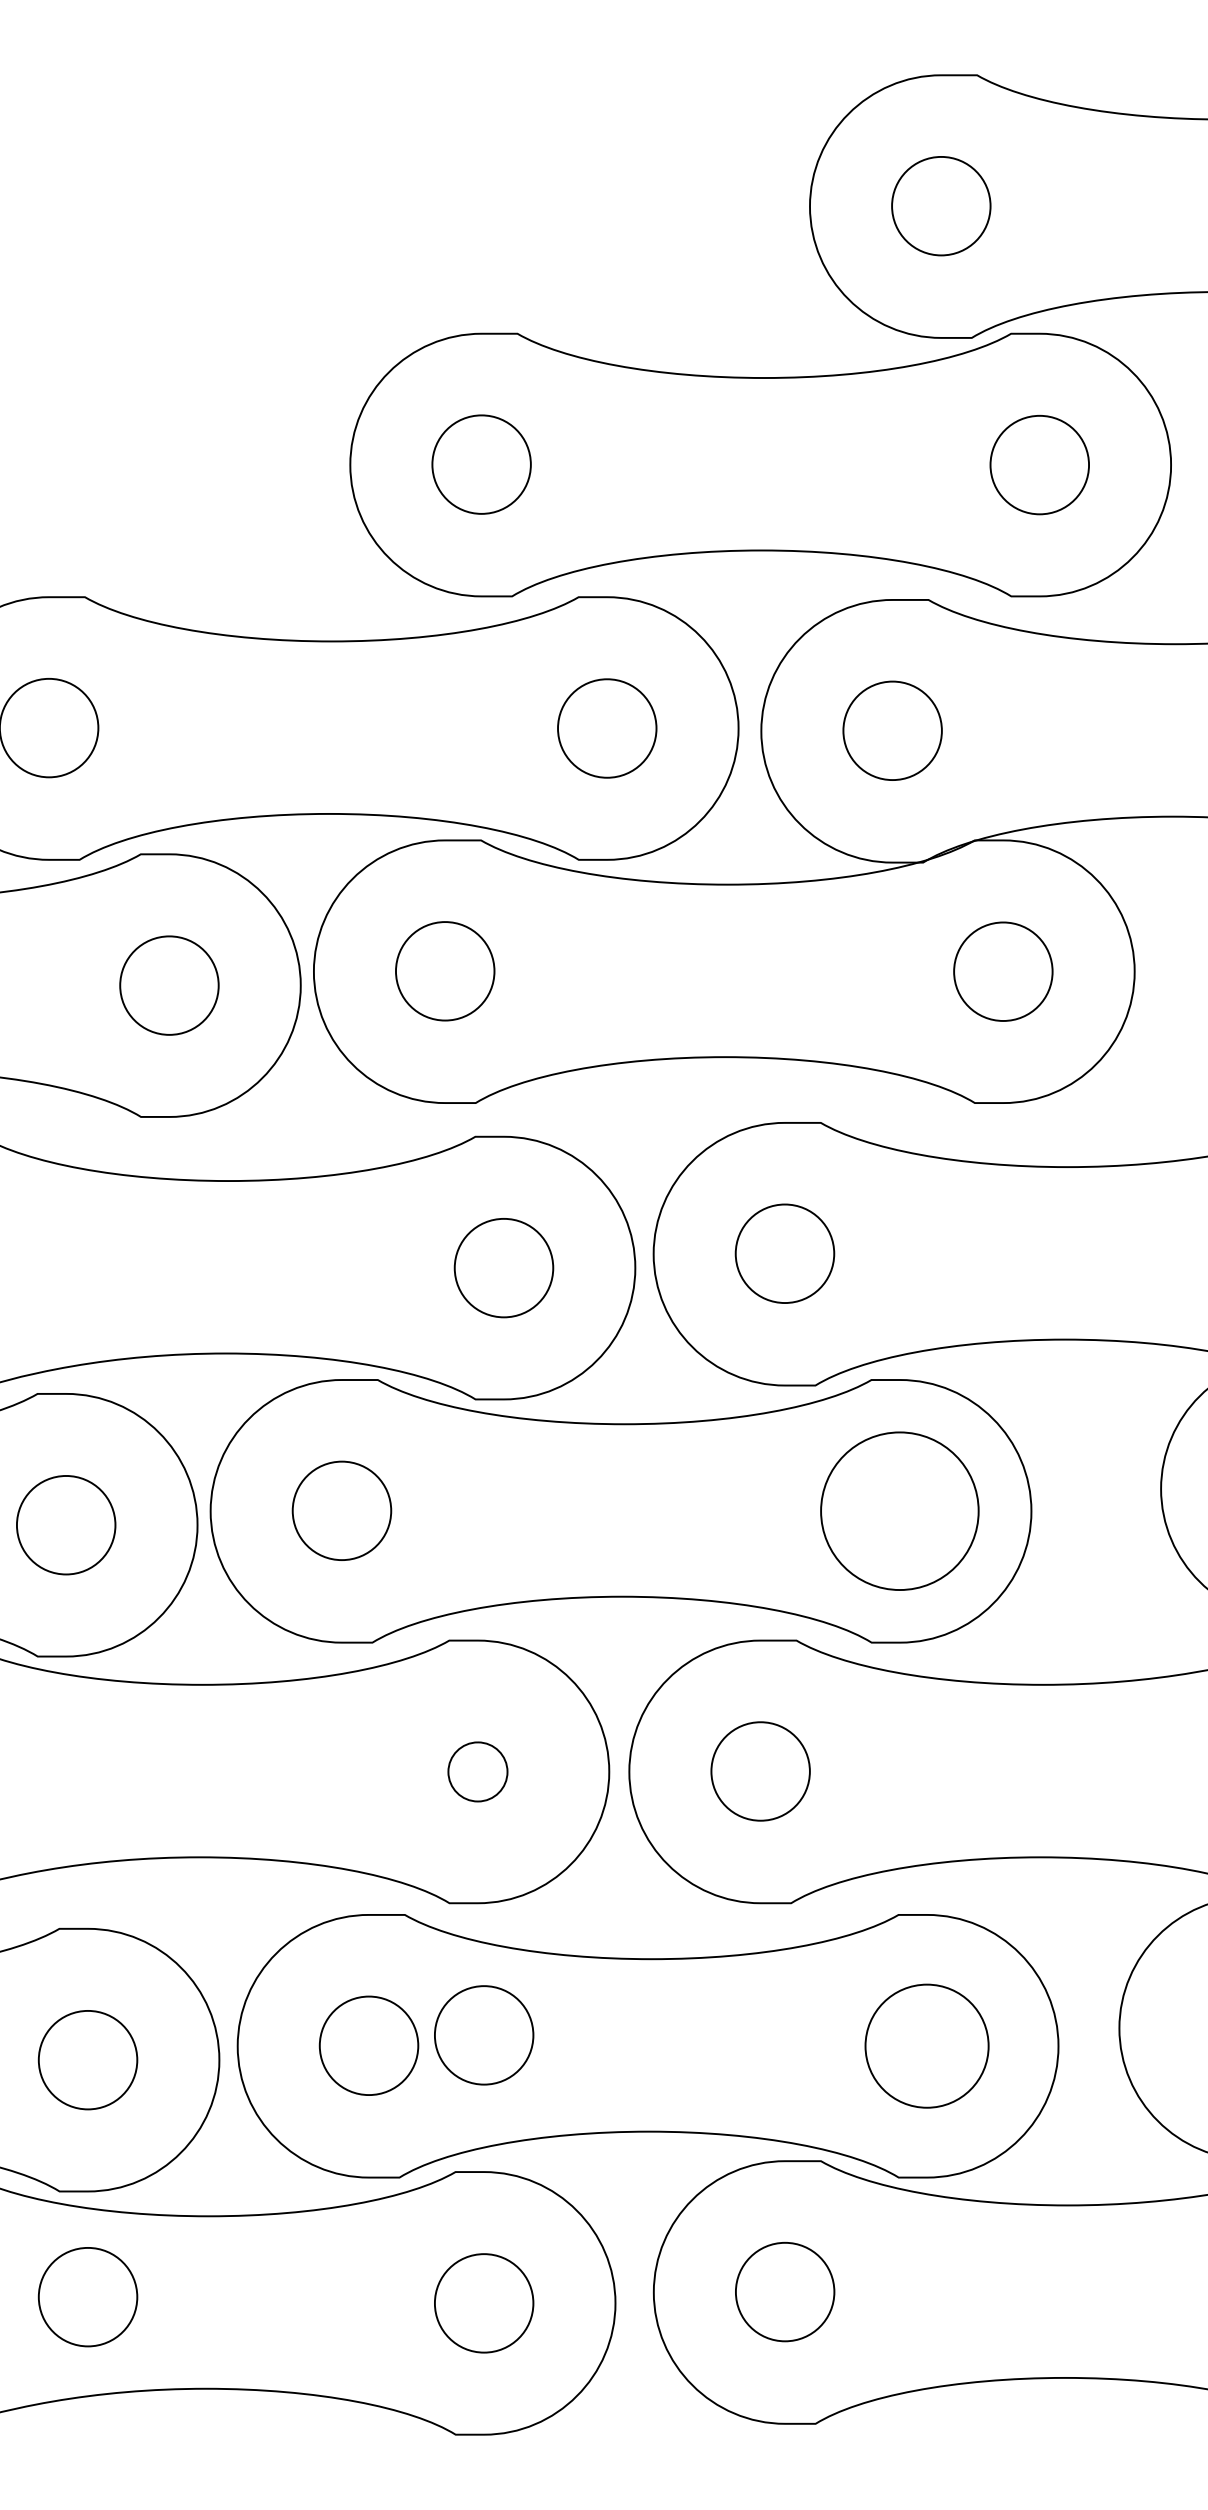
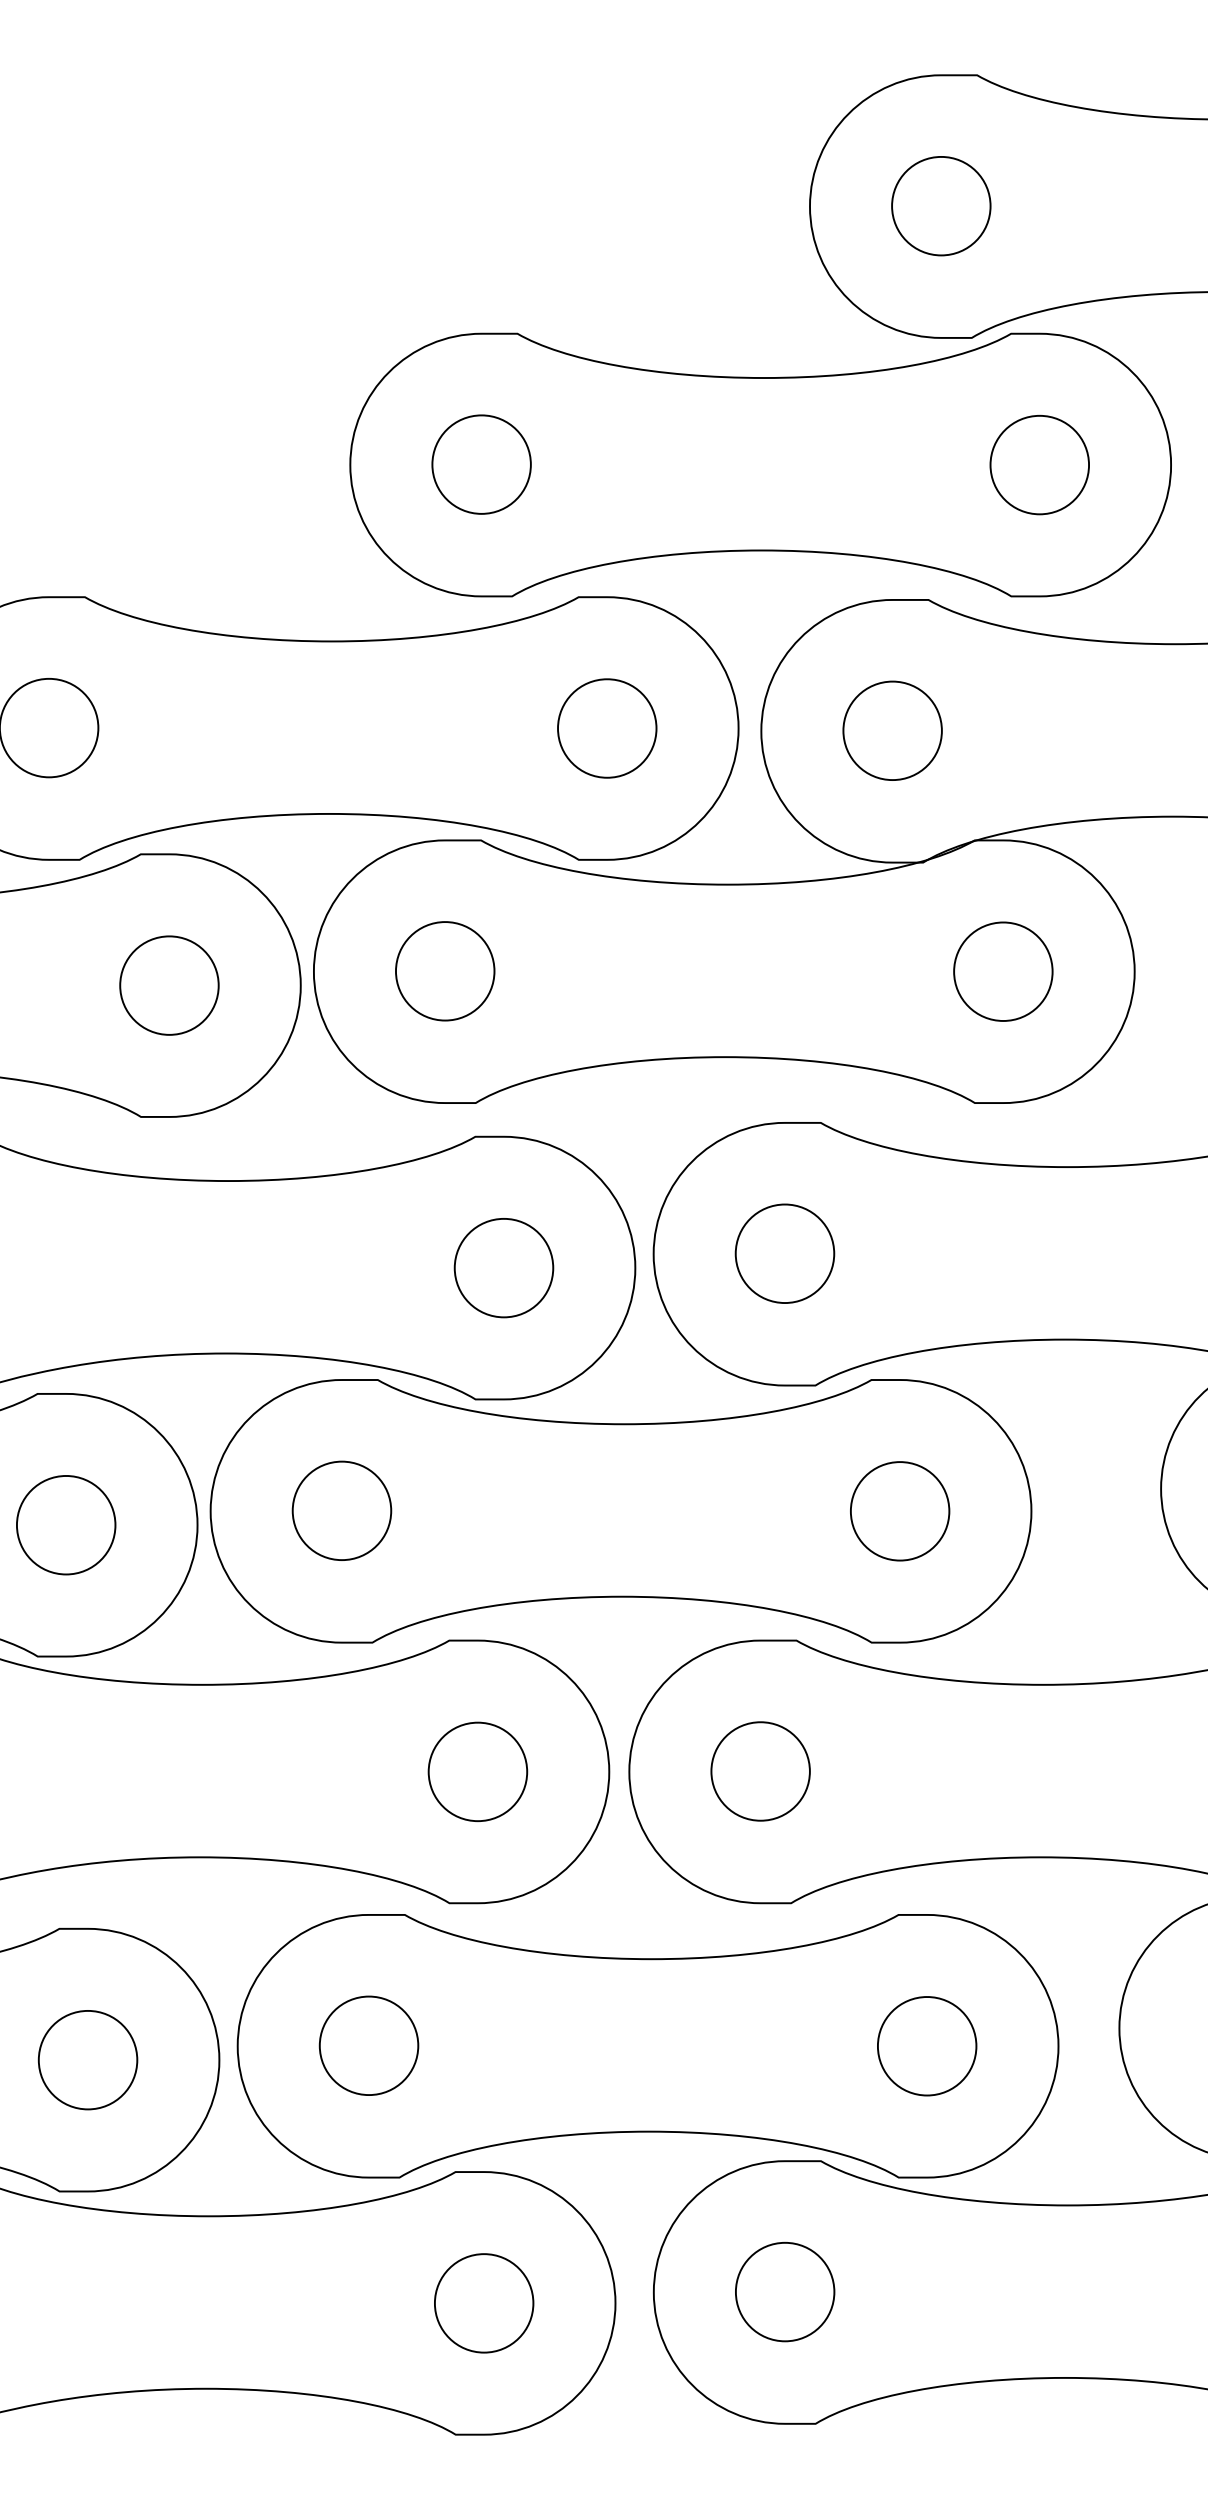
part at (899, 1510) size: 160x160 px -> 101x101 px
part at (477, 1771) size: 62x62 px -> 102x102 px
part at (484, 2035): present -> none
part at (926, 2045) size: 126x126 px -> 101x101 px
part at (87, 2297): present -> none
